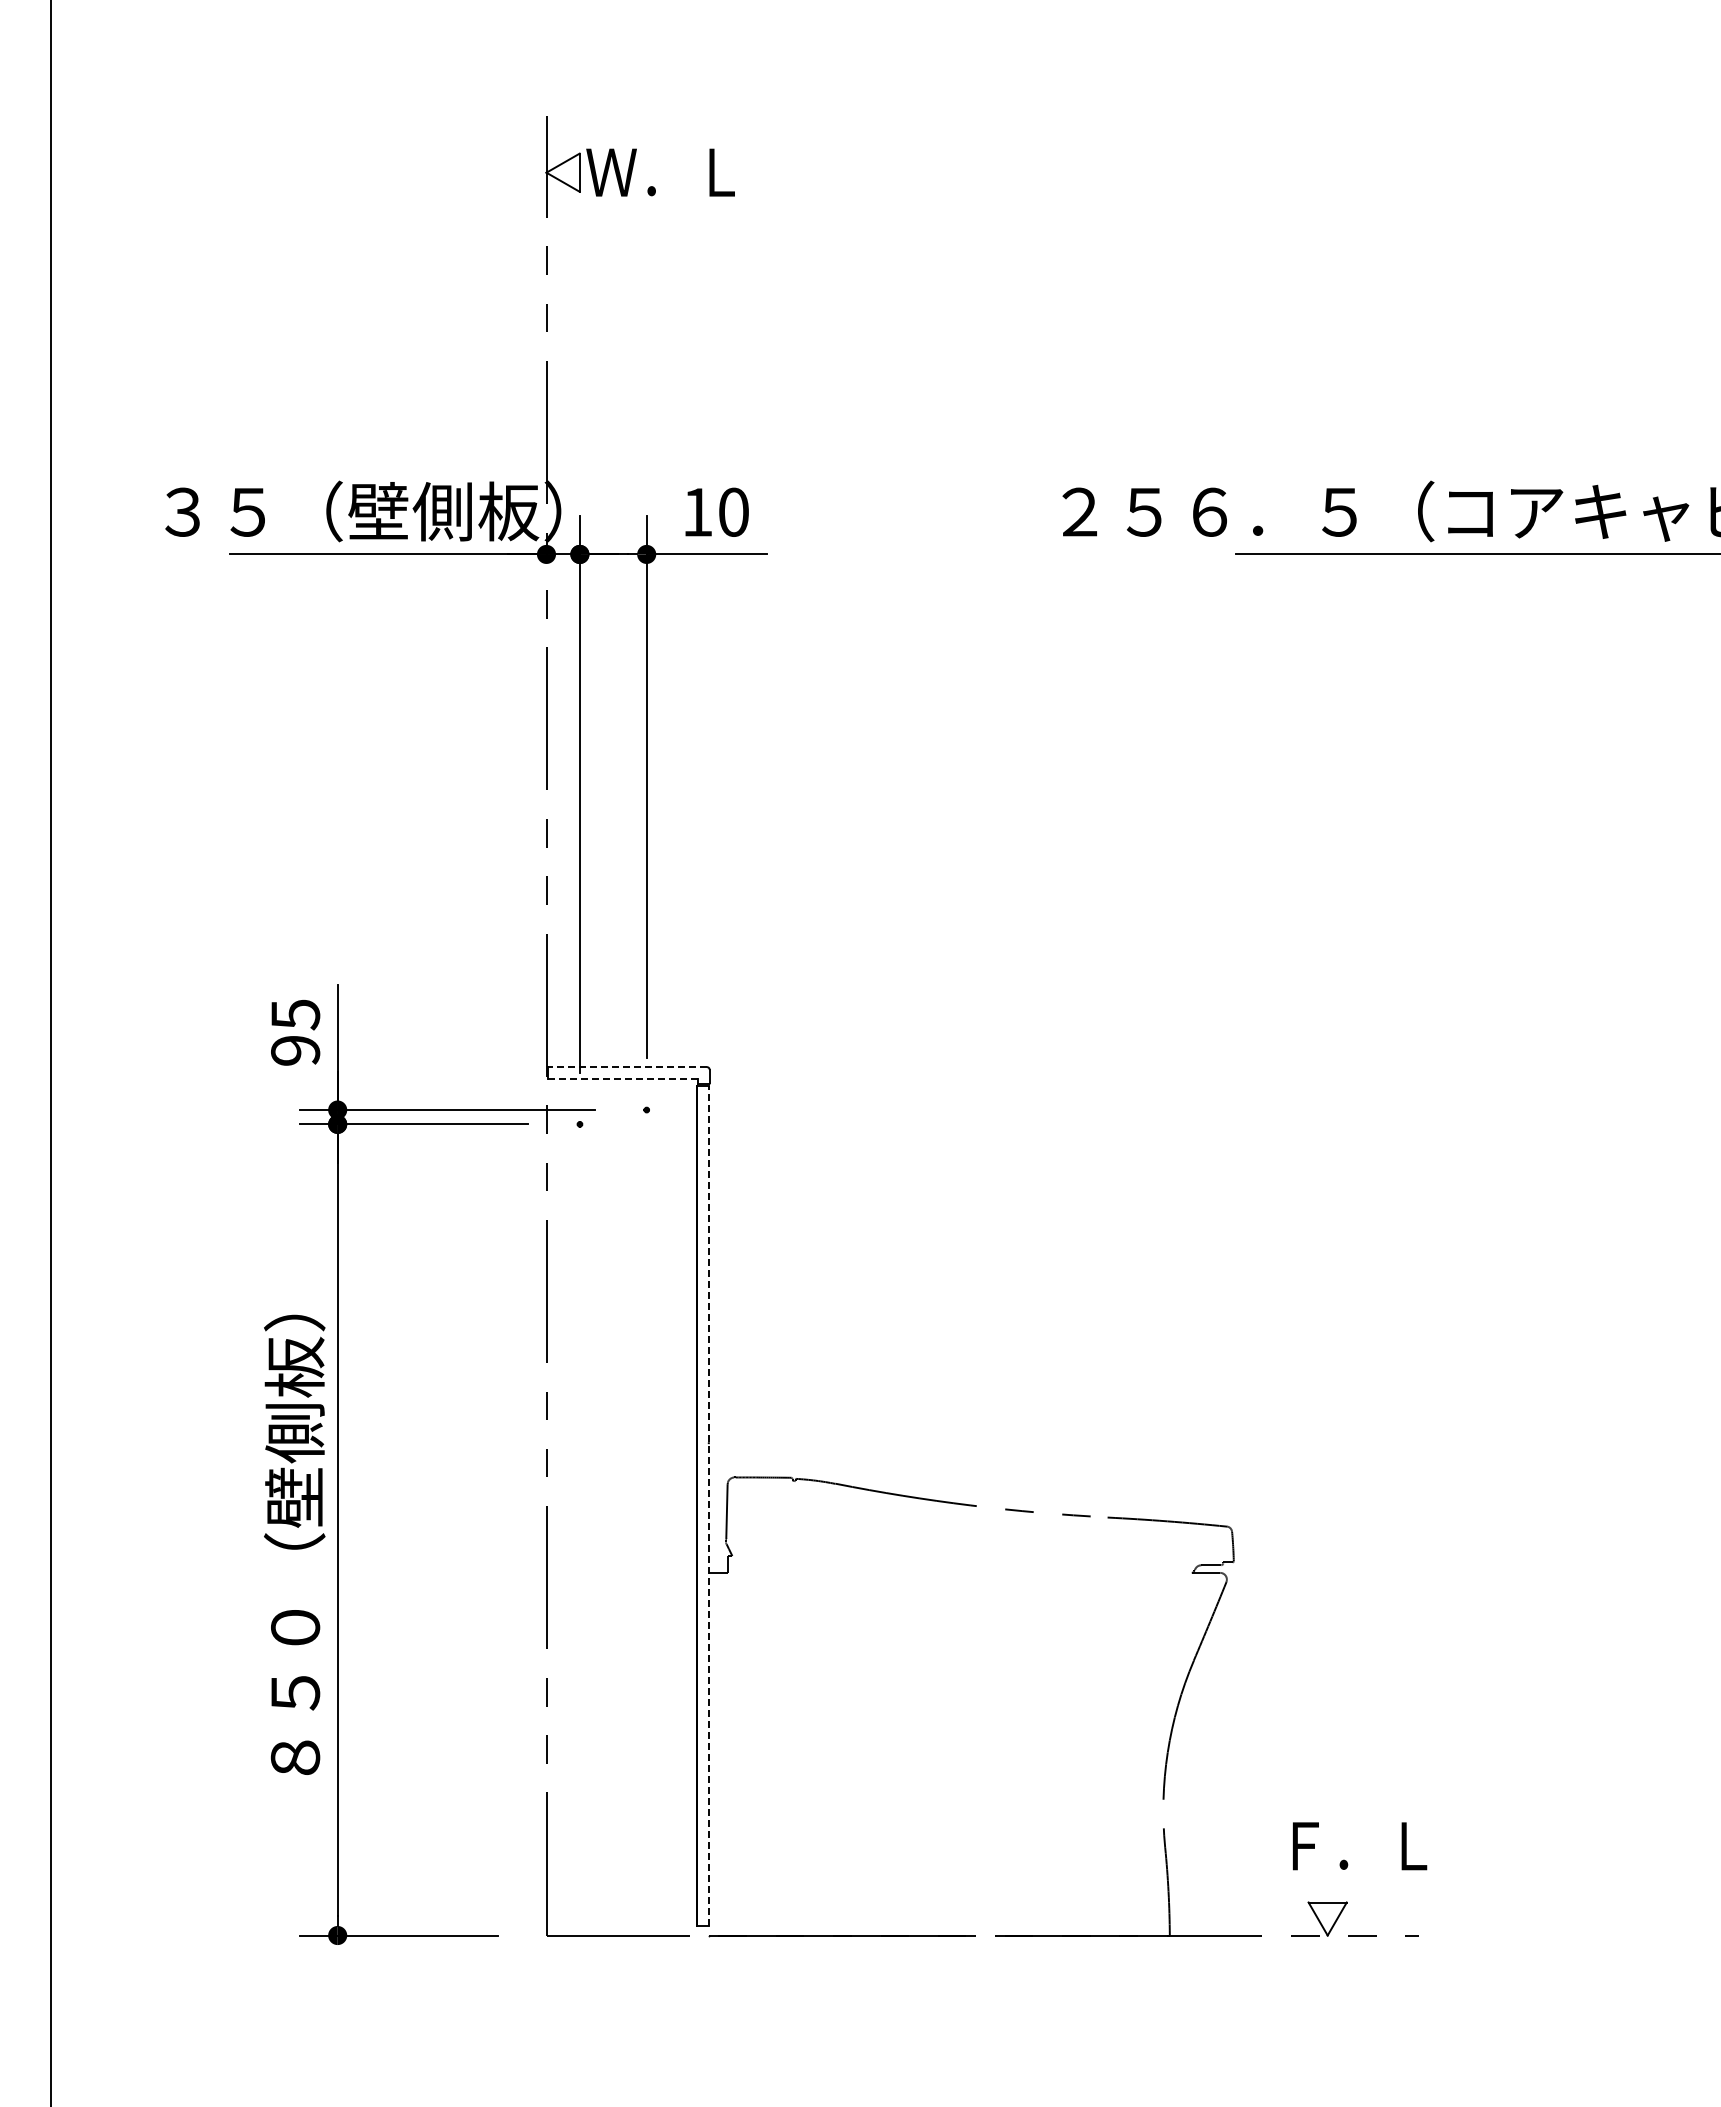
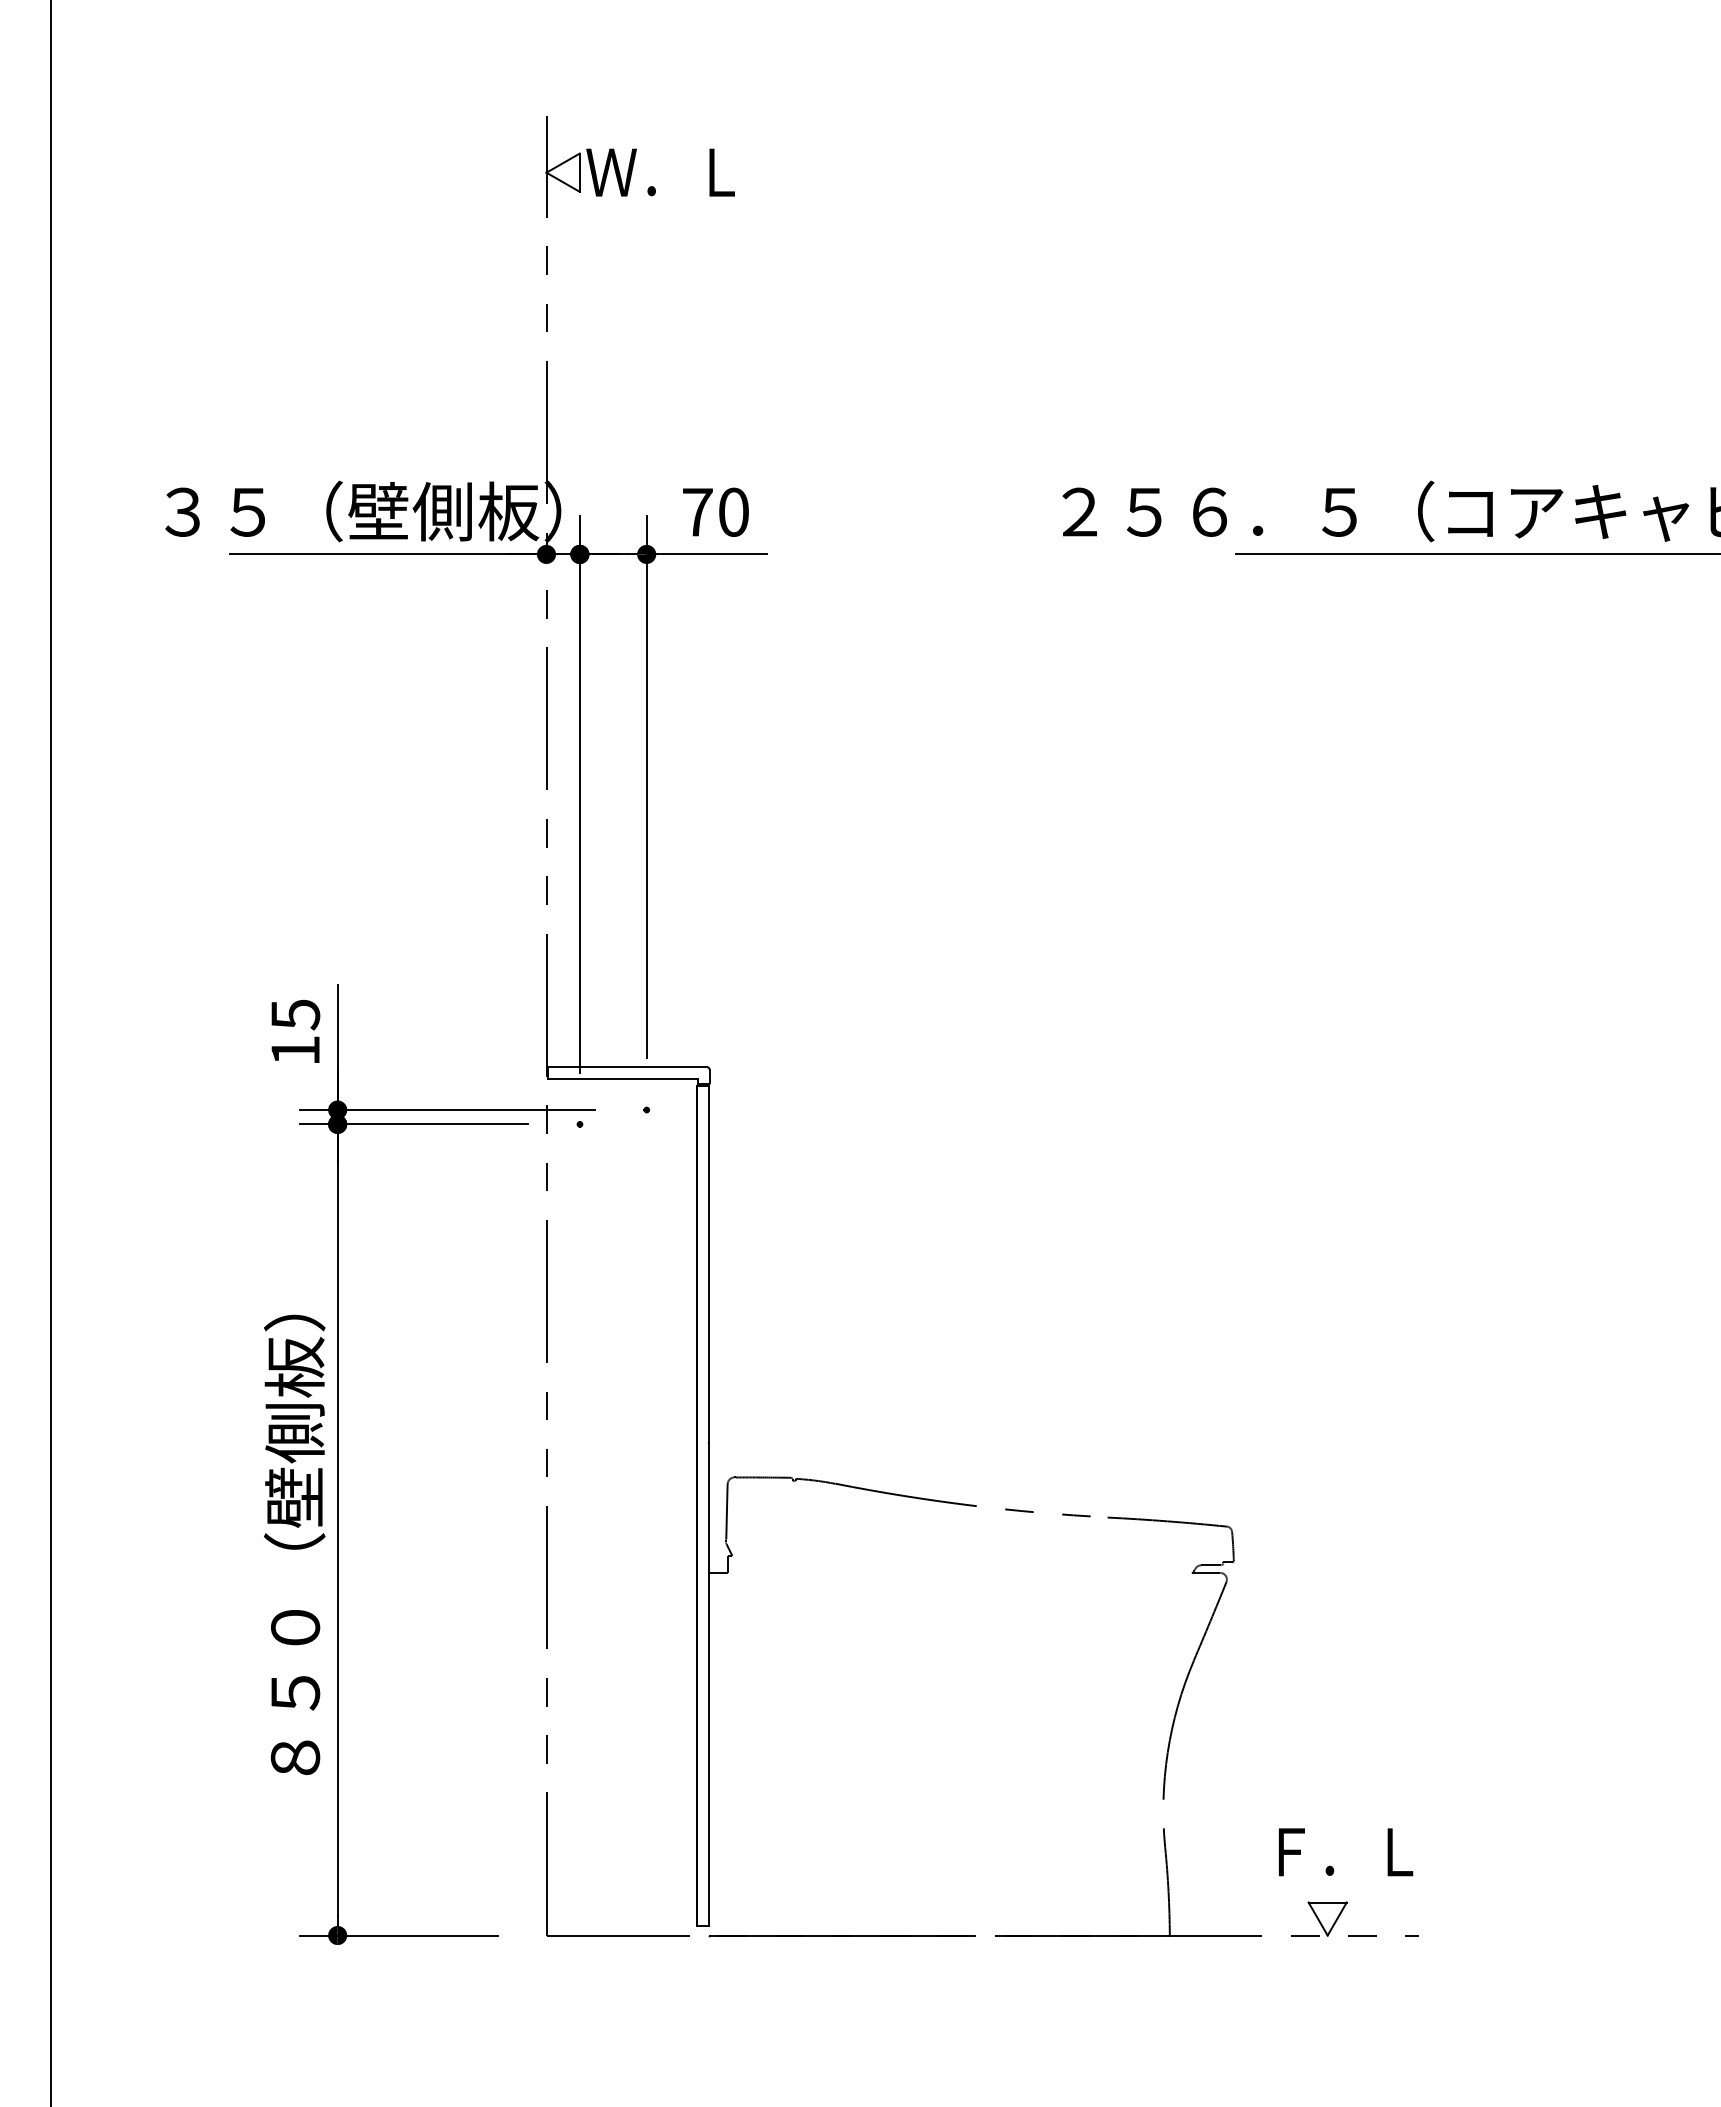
text at (697, 512): 10 -> 70
text at (295, 1050): 95 -> 15
line at (627, 1067): dashed -> solid
line at (623, 1078): dashed -> solid
line at (708, 1506): dashed -> solid
text at (1360, 1846) position: (1360, 1846) -> (1346, 1852)
